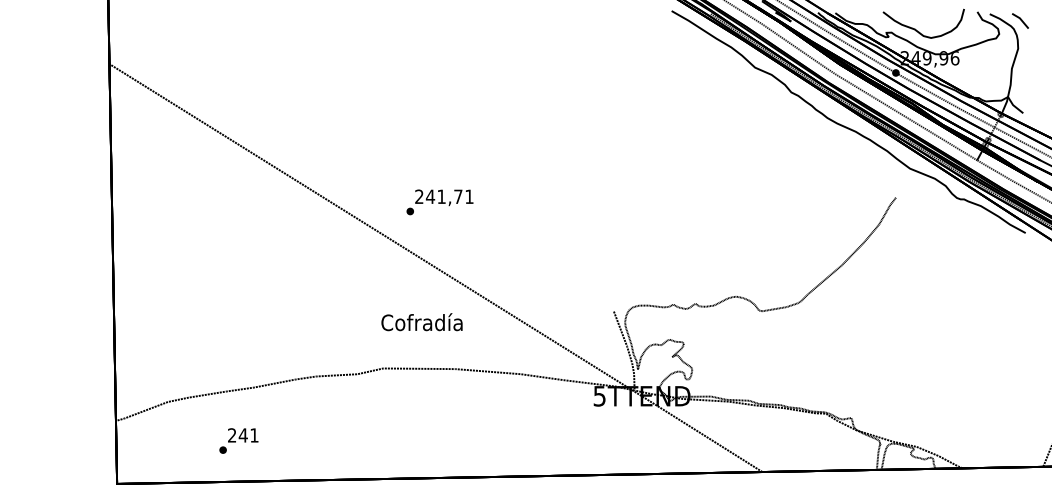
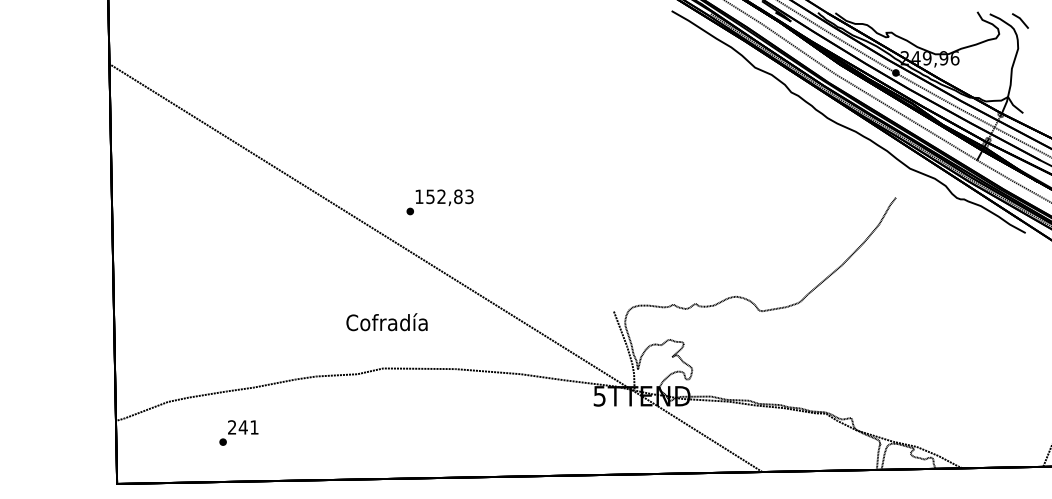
curve at (919, 31): present -> none
text at (444, 196): 241,71 -> 152,83
text at (421, 322) position: (421, 322) -> (386, 322)
text at (238, 440) position: (238, 440) -> (238, 432)
